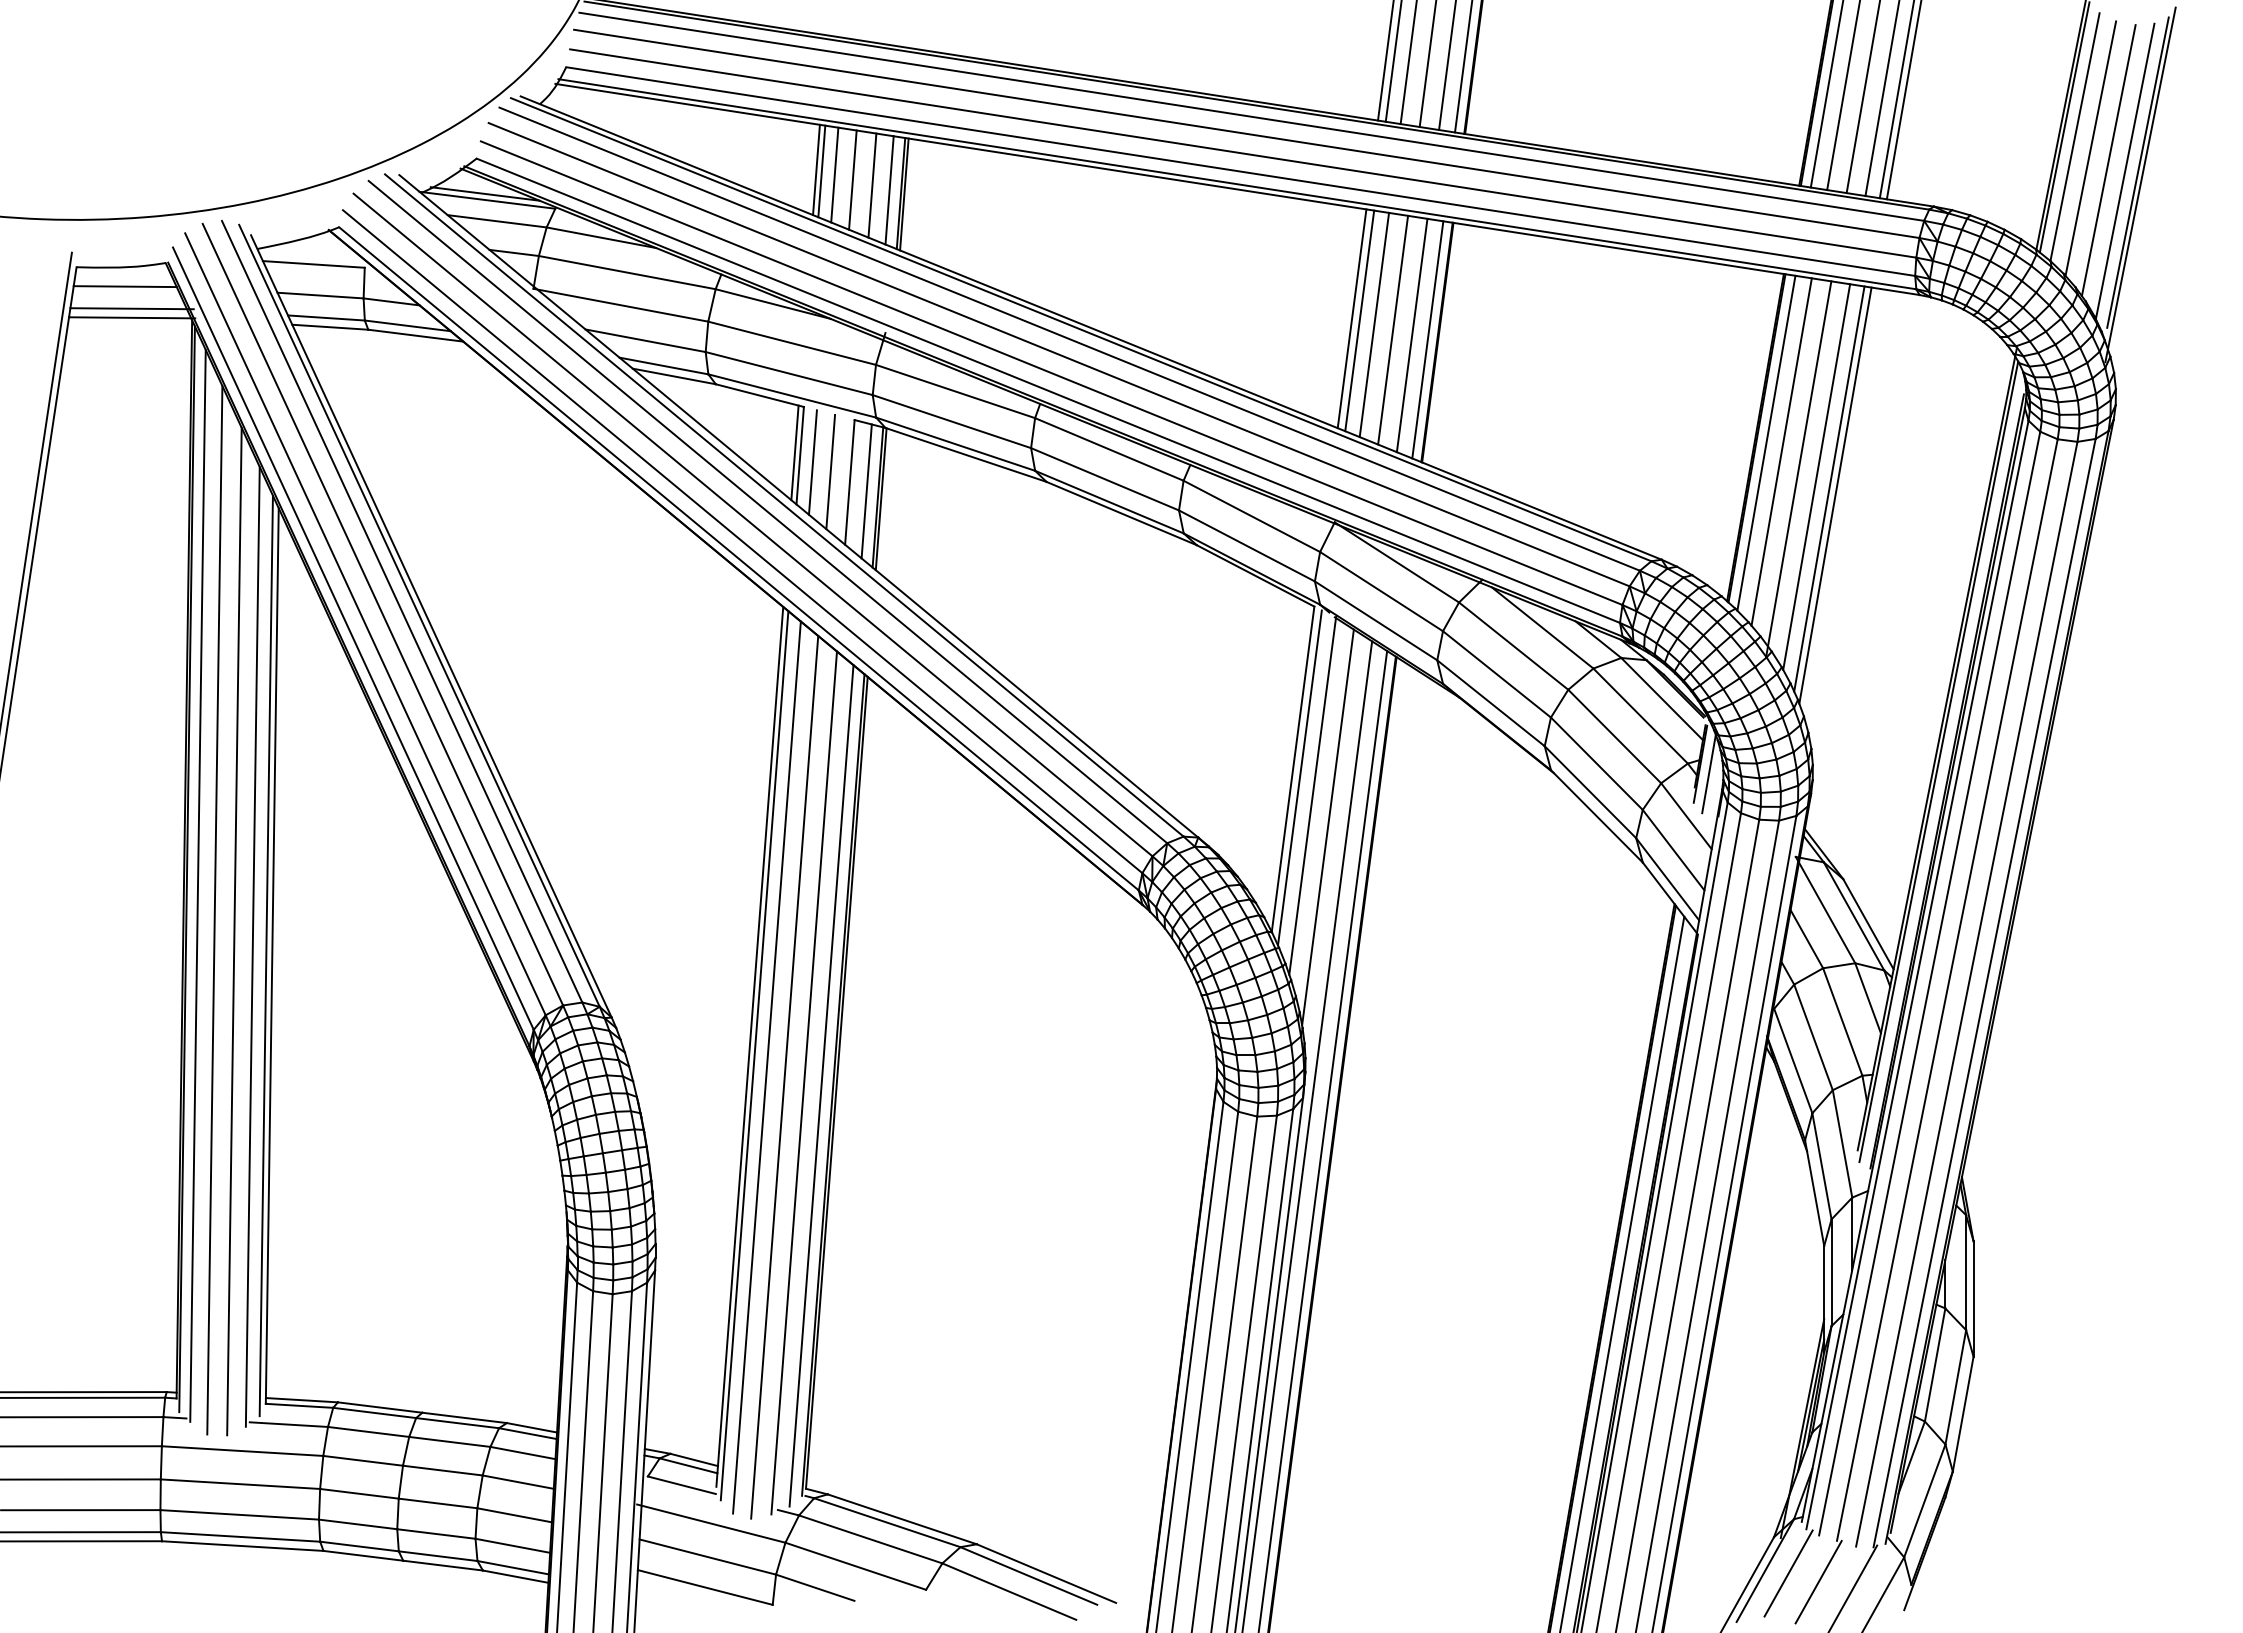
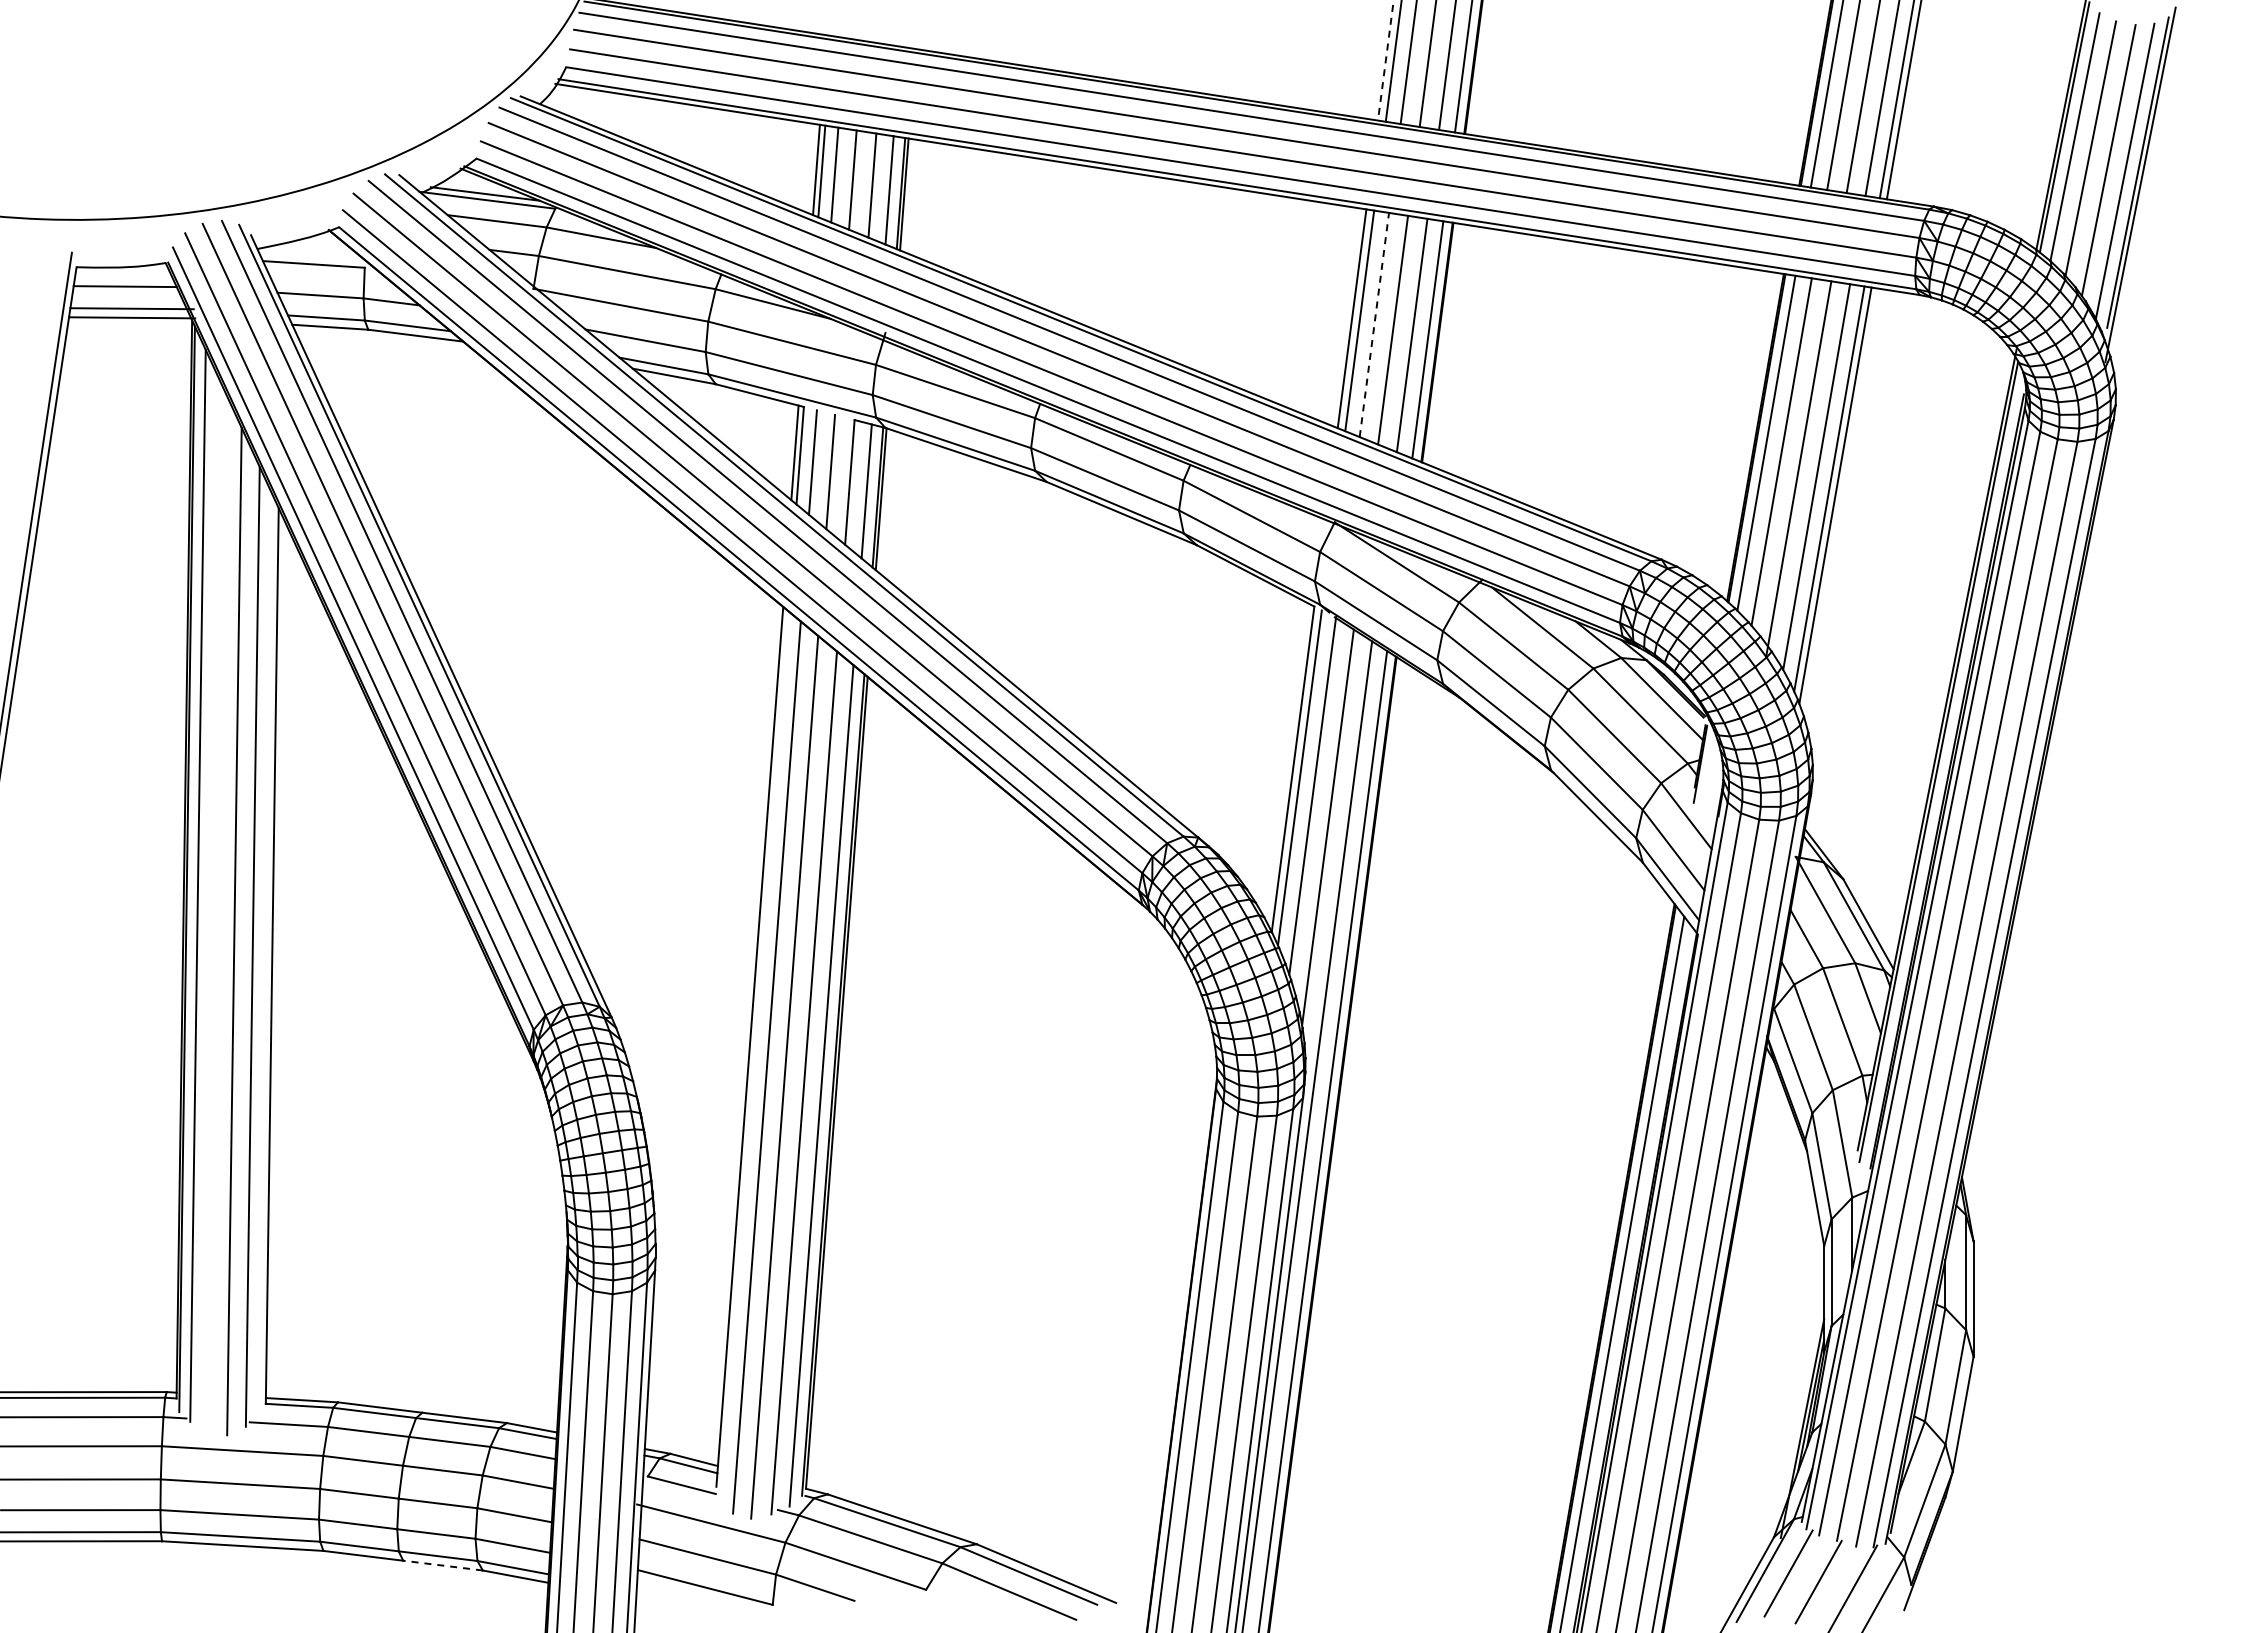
line at (1385, 61): solid -> dashed
line at (1374, 324): solid -> dashed
line at (1708, 773): present -> none
line at (214, 910): present -> none
line at (265, 955): present -> none
line at (754, 1055): present -> none
line at (442, 1565): solid -> dashed
